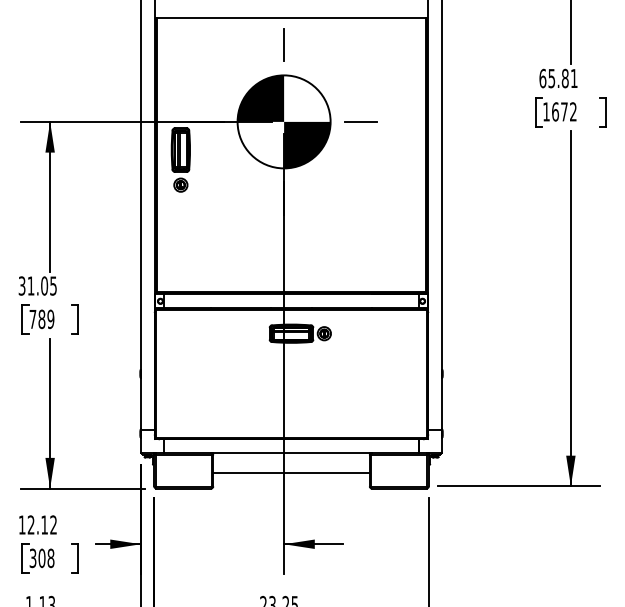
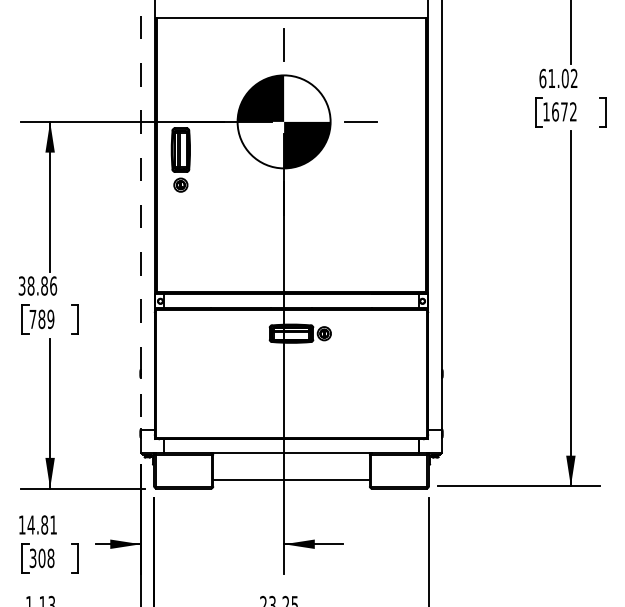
text at (562, 78): 65.81 -> 61.02
line at (140, 215): solid -> dashed
text at (42, 285): 31.05 -> 38.86
line at (291, 472) position: (291, 472) -> (291, 479)
text at (41, 524): 12.12 -> 14.81
